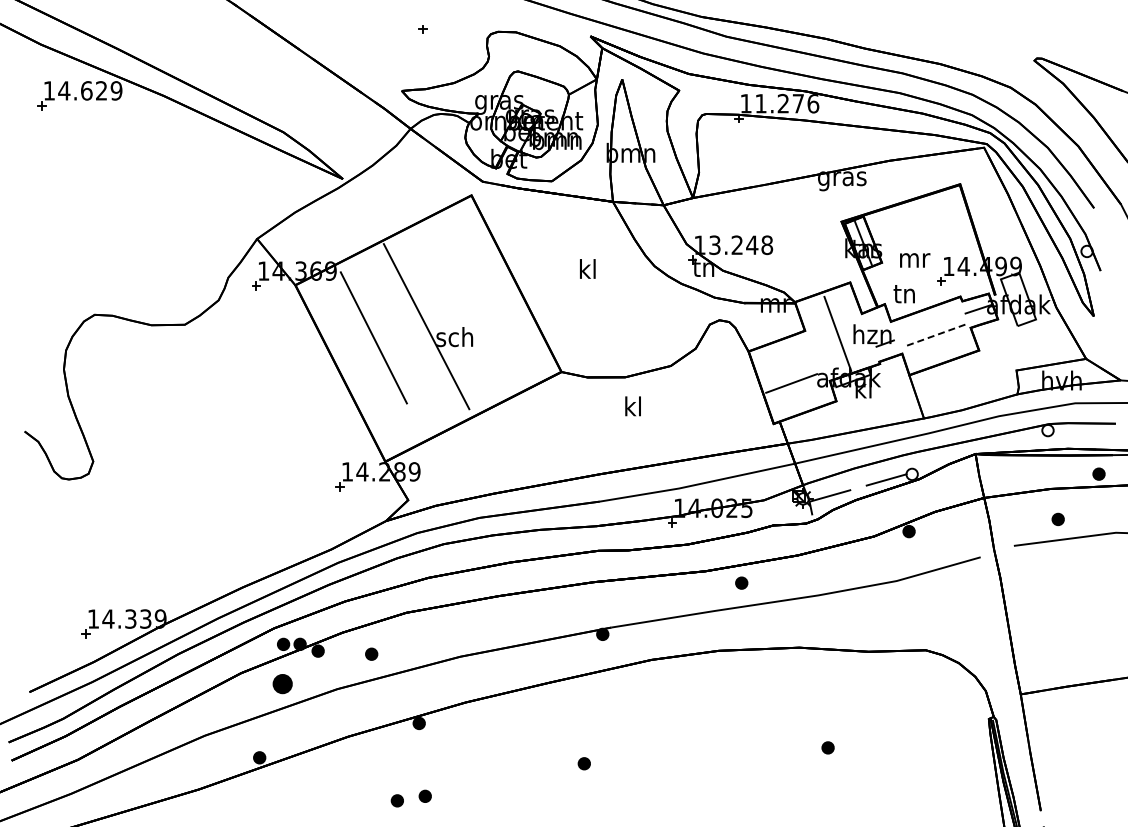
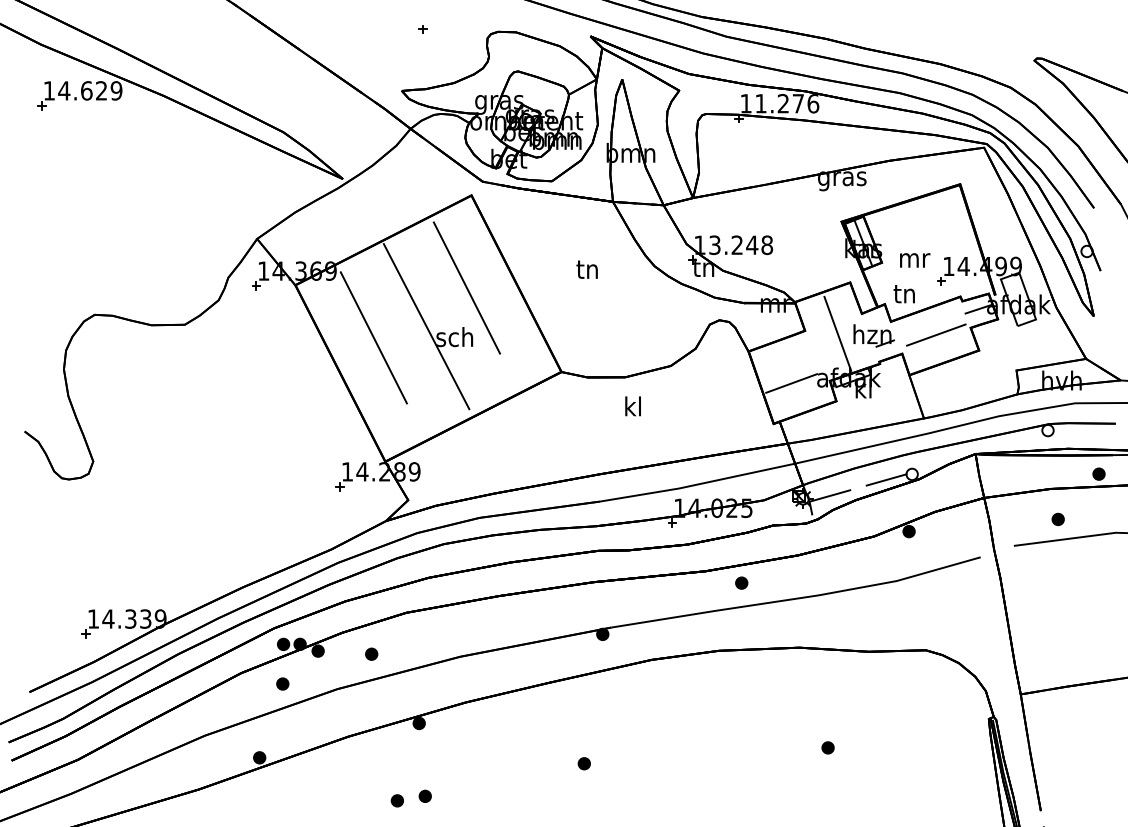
text at (586, 268): kl -> tn
line at (466, 287): none -> present
line at (936, 334): dashed -> solid
part at (282, 684) size: 21x21 px -> 14x14 px
